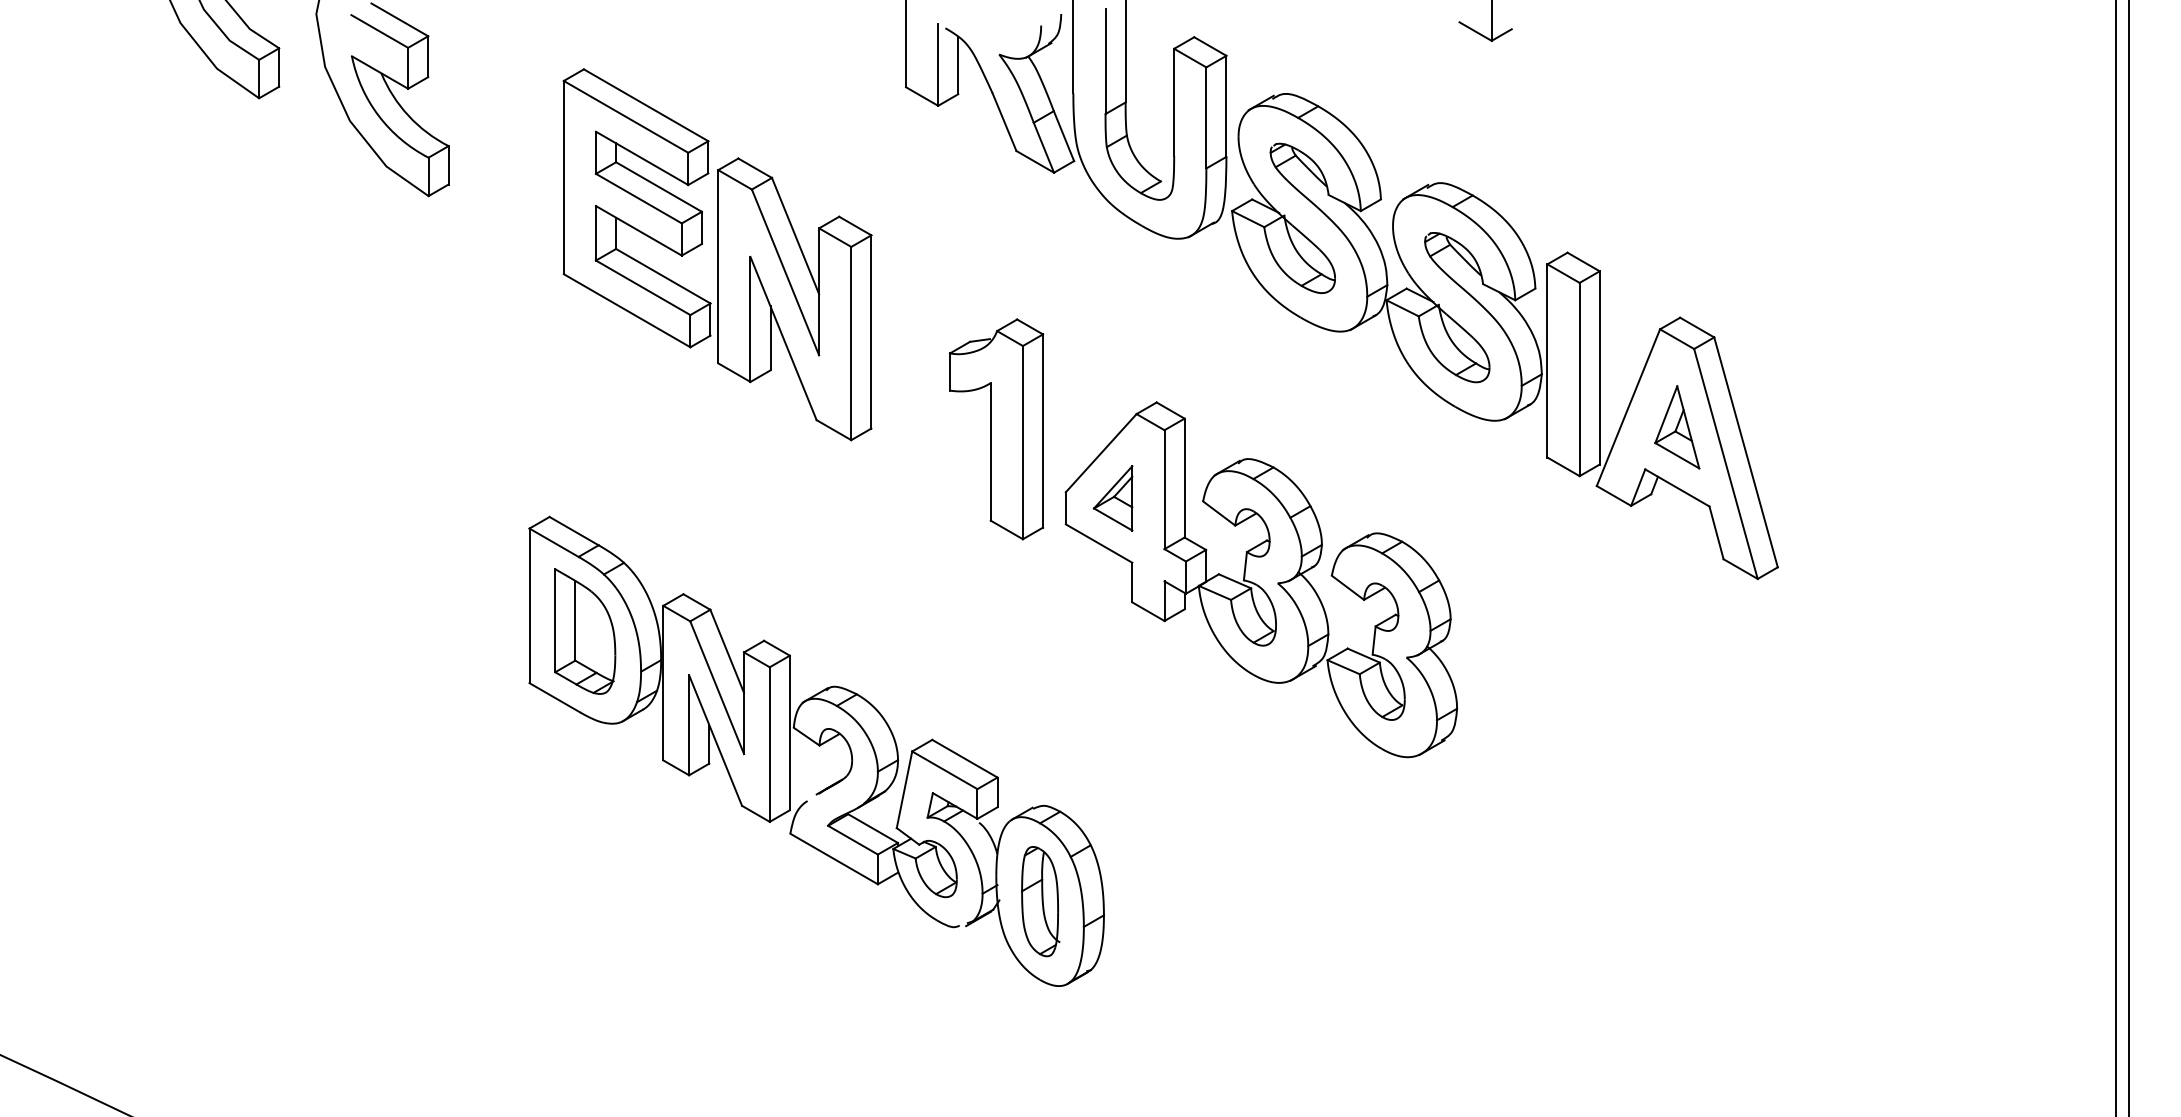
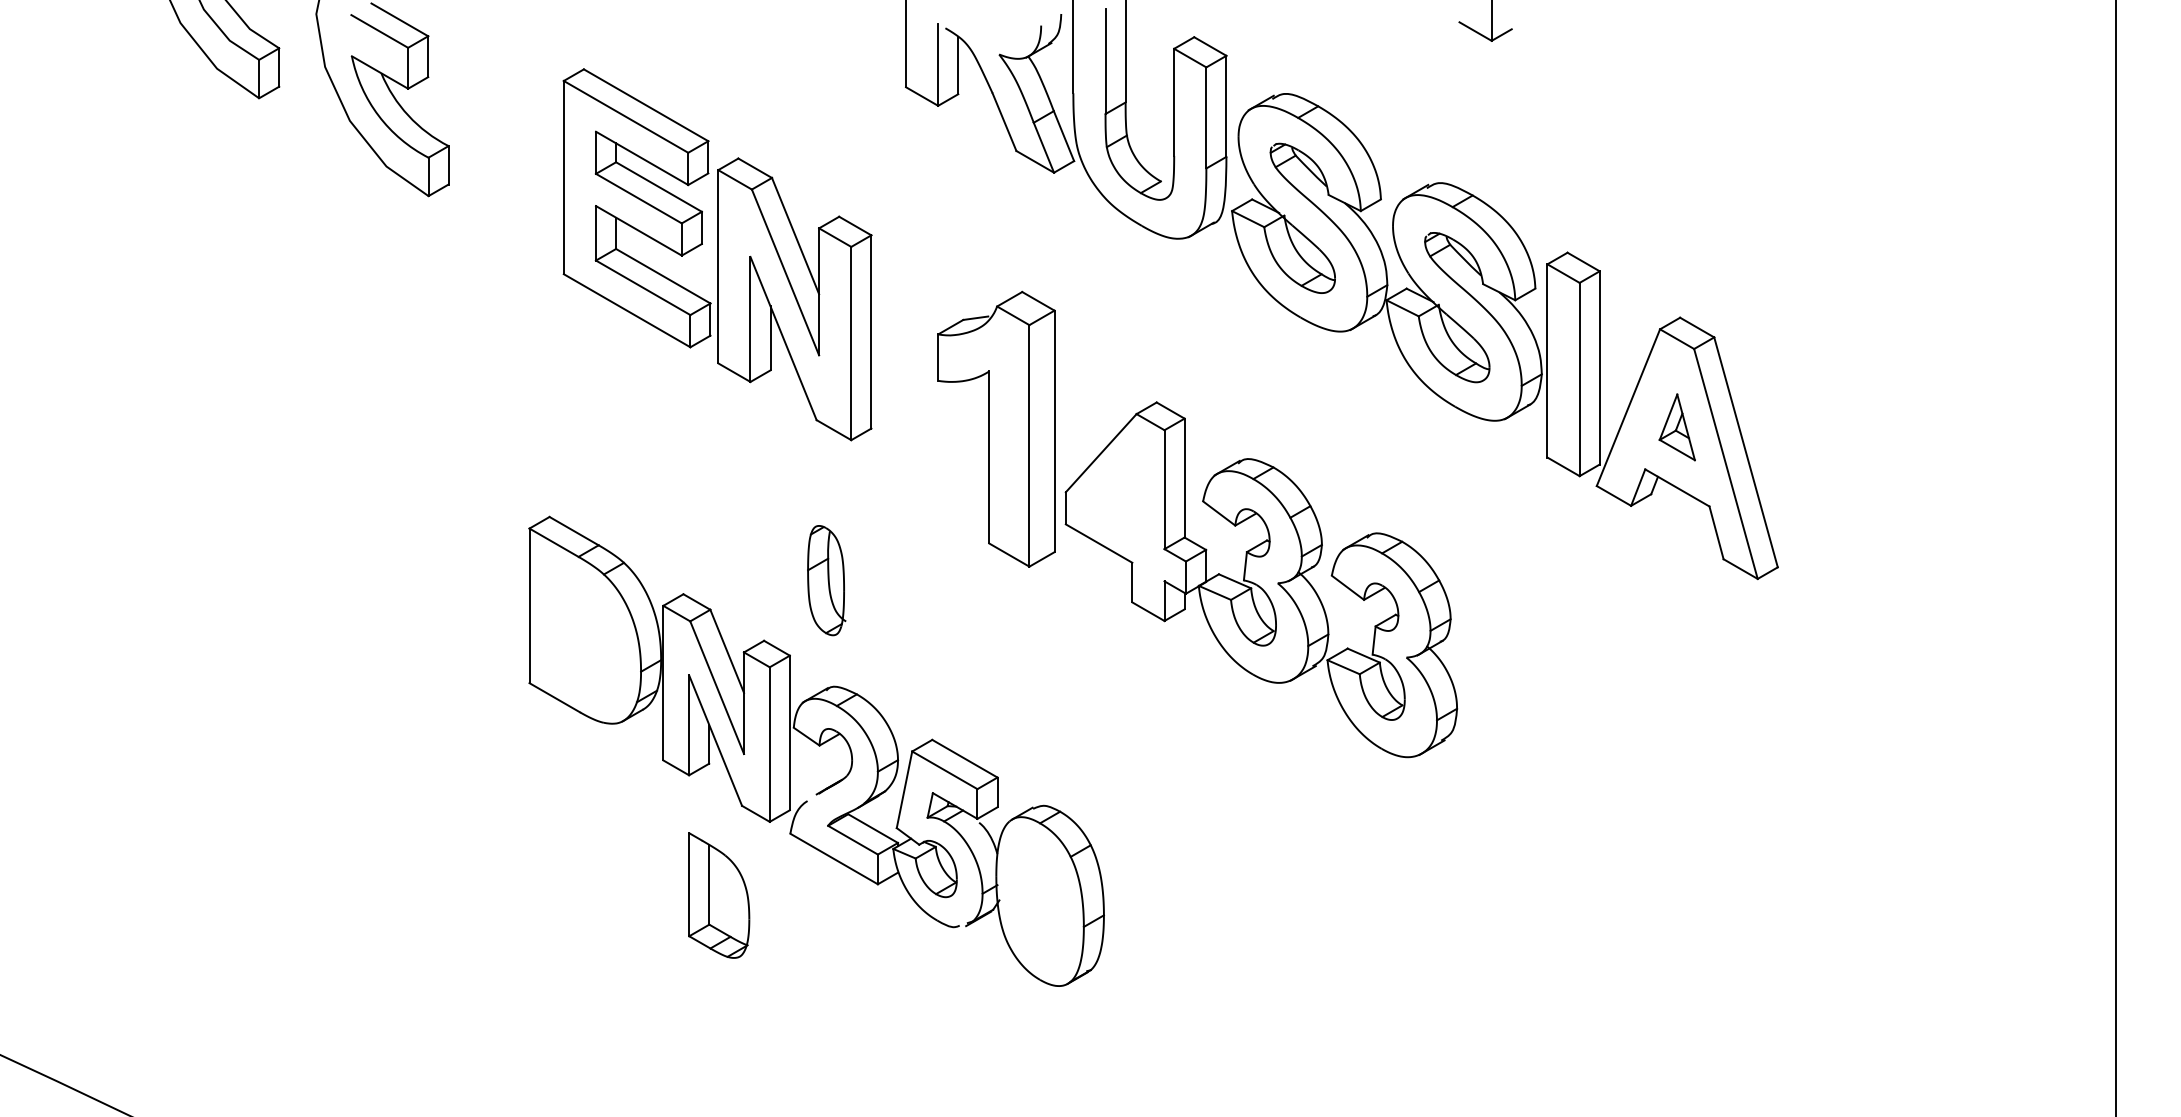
part at (1677, 427) size: 47x85 px -> 38x69 px
part at (996, 429) size: 96x223 px -> 119x278 px
part at (1112, 498): present -> none
line at (2129, 557): present -> none
part at (585, 631) position: (585, 631) -> (719, 895)
part at (1040, 901) position: (1040, 901) -> (826, 580)
